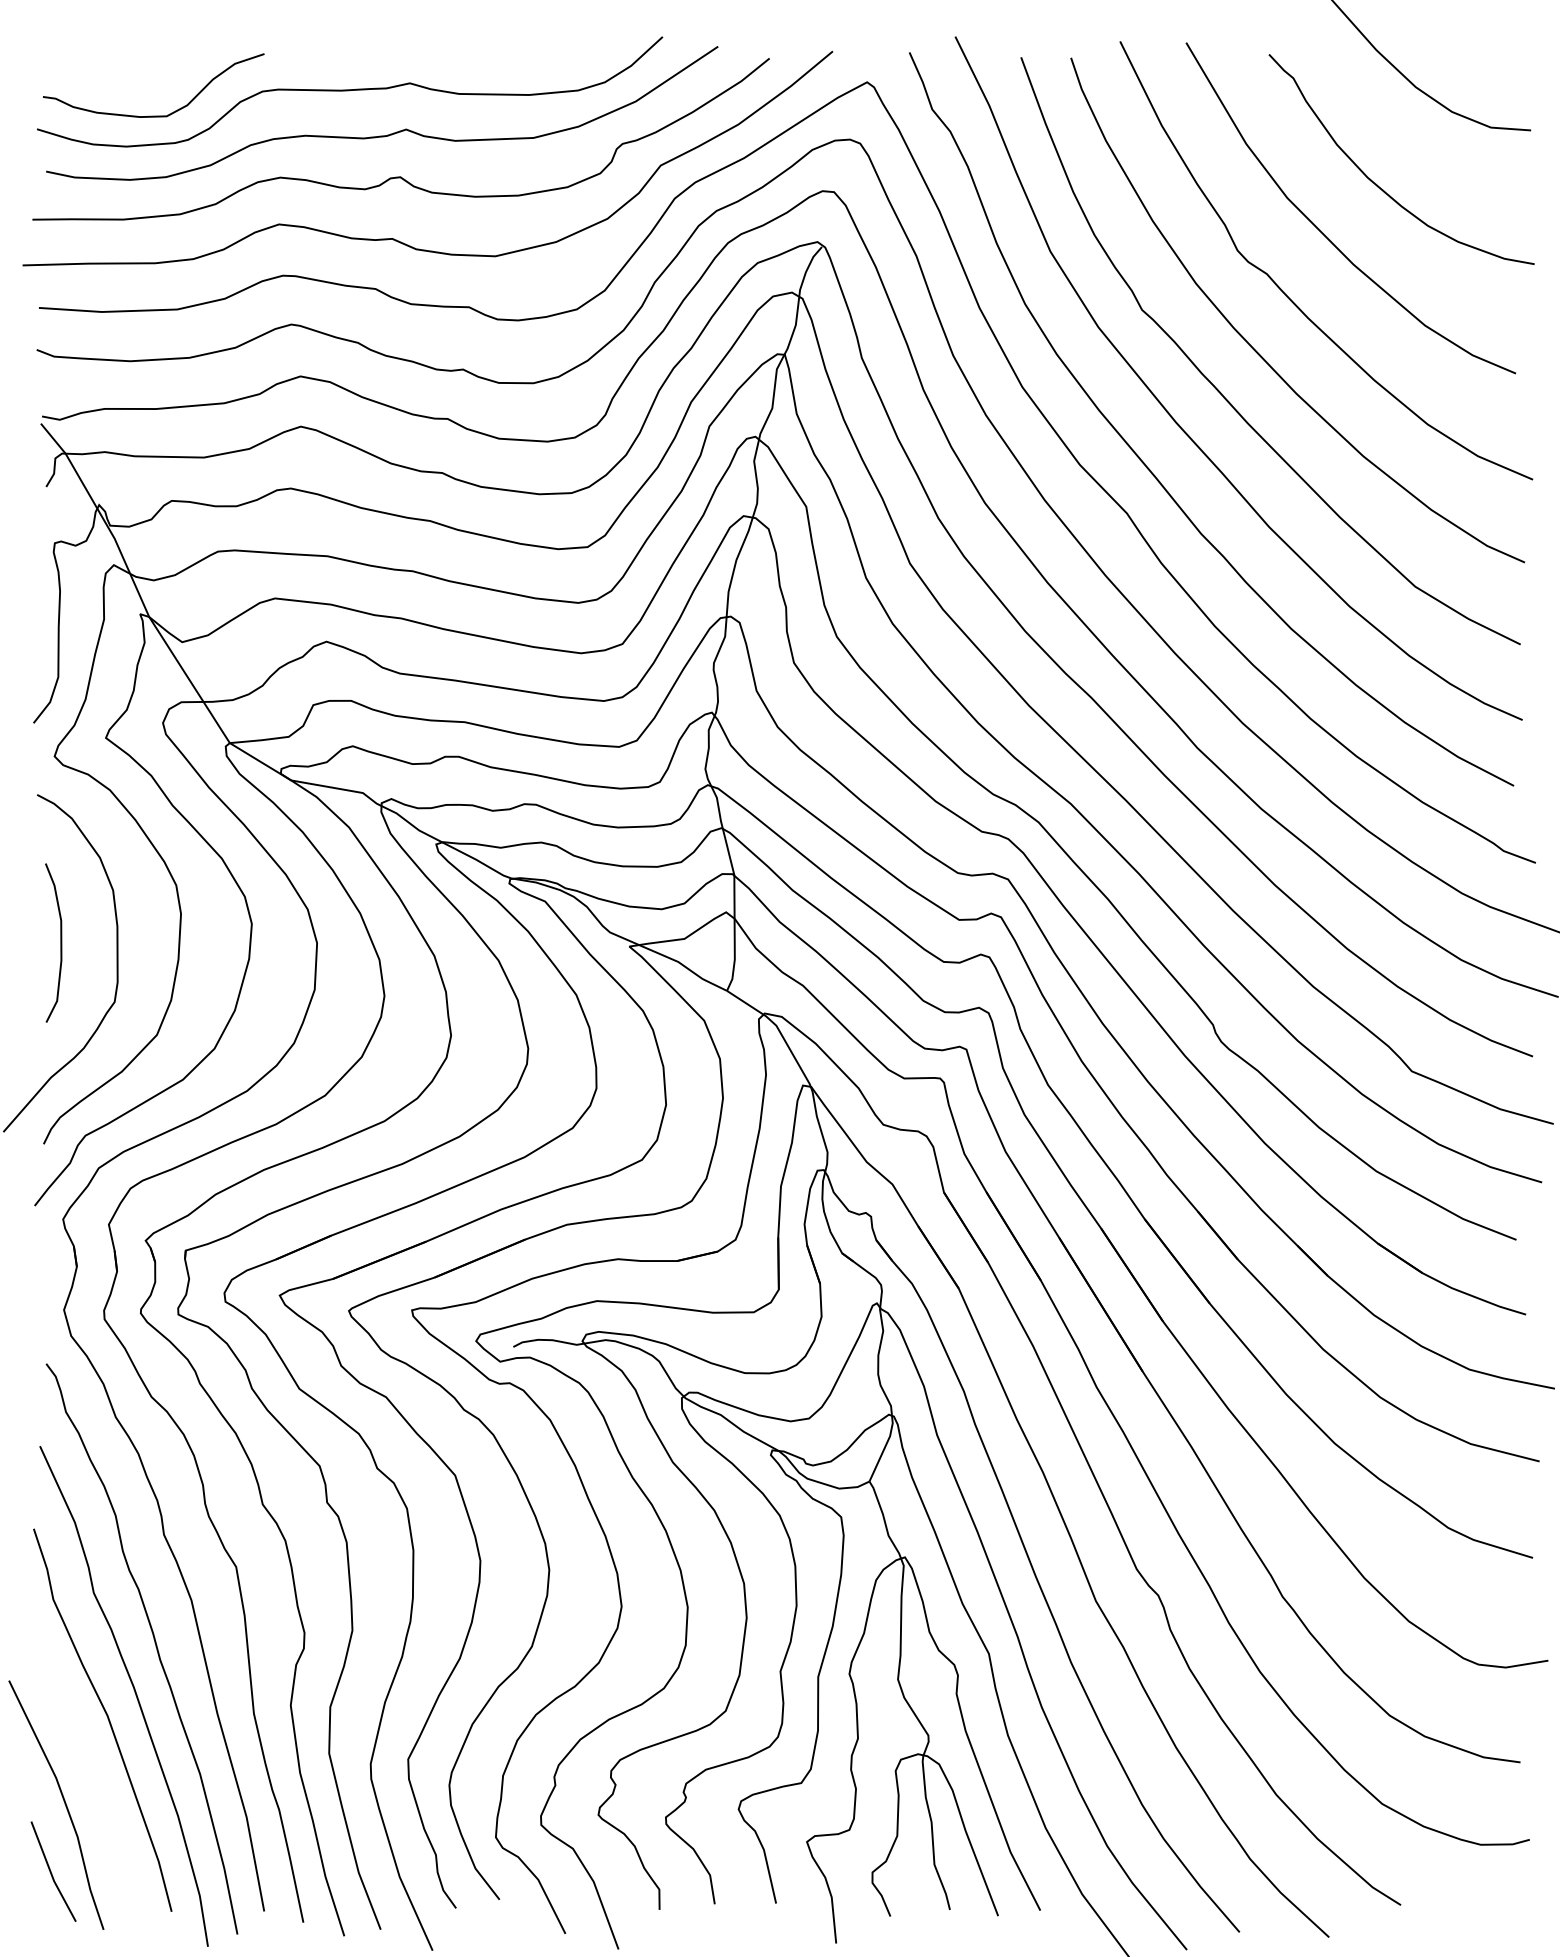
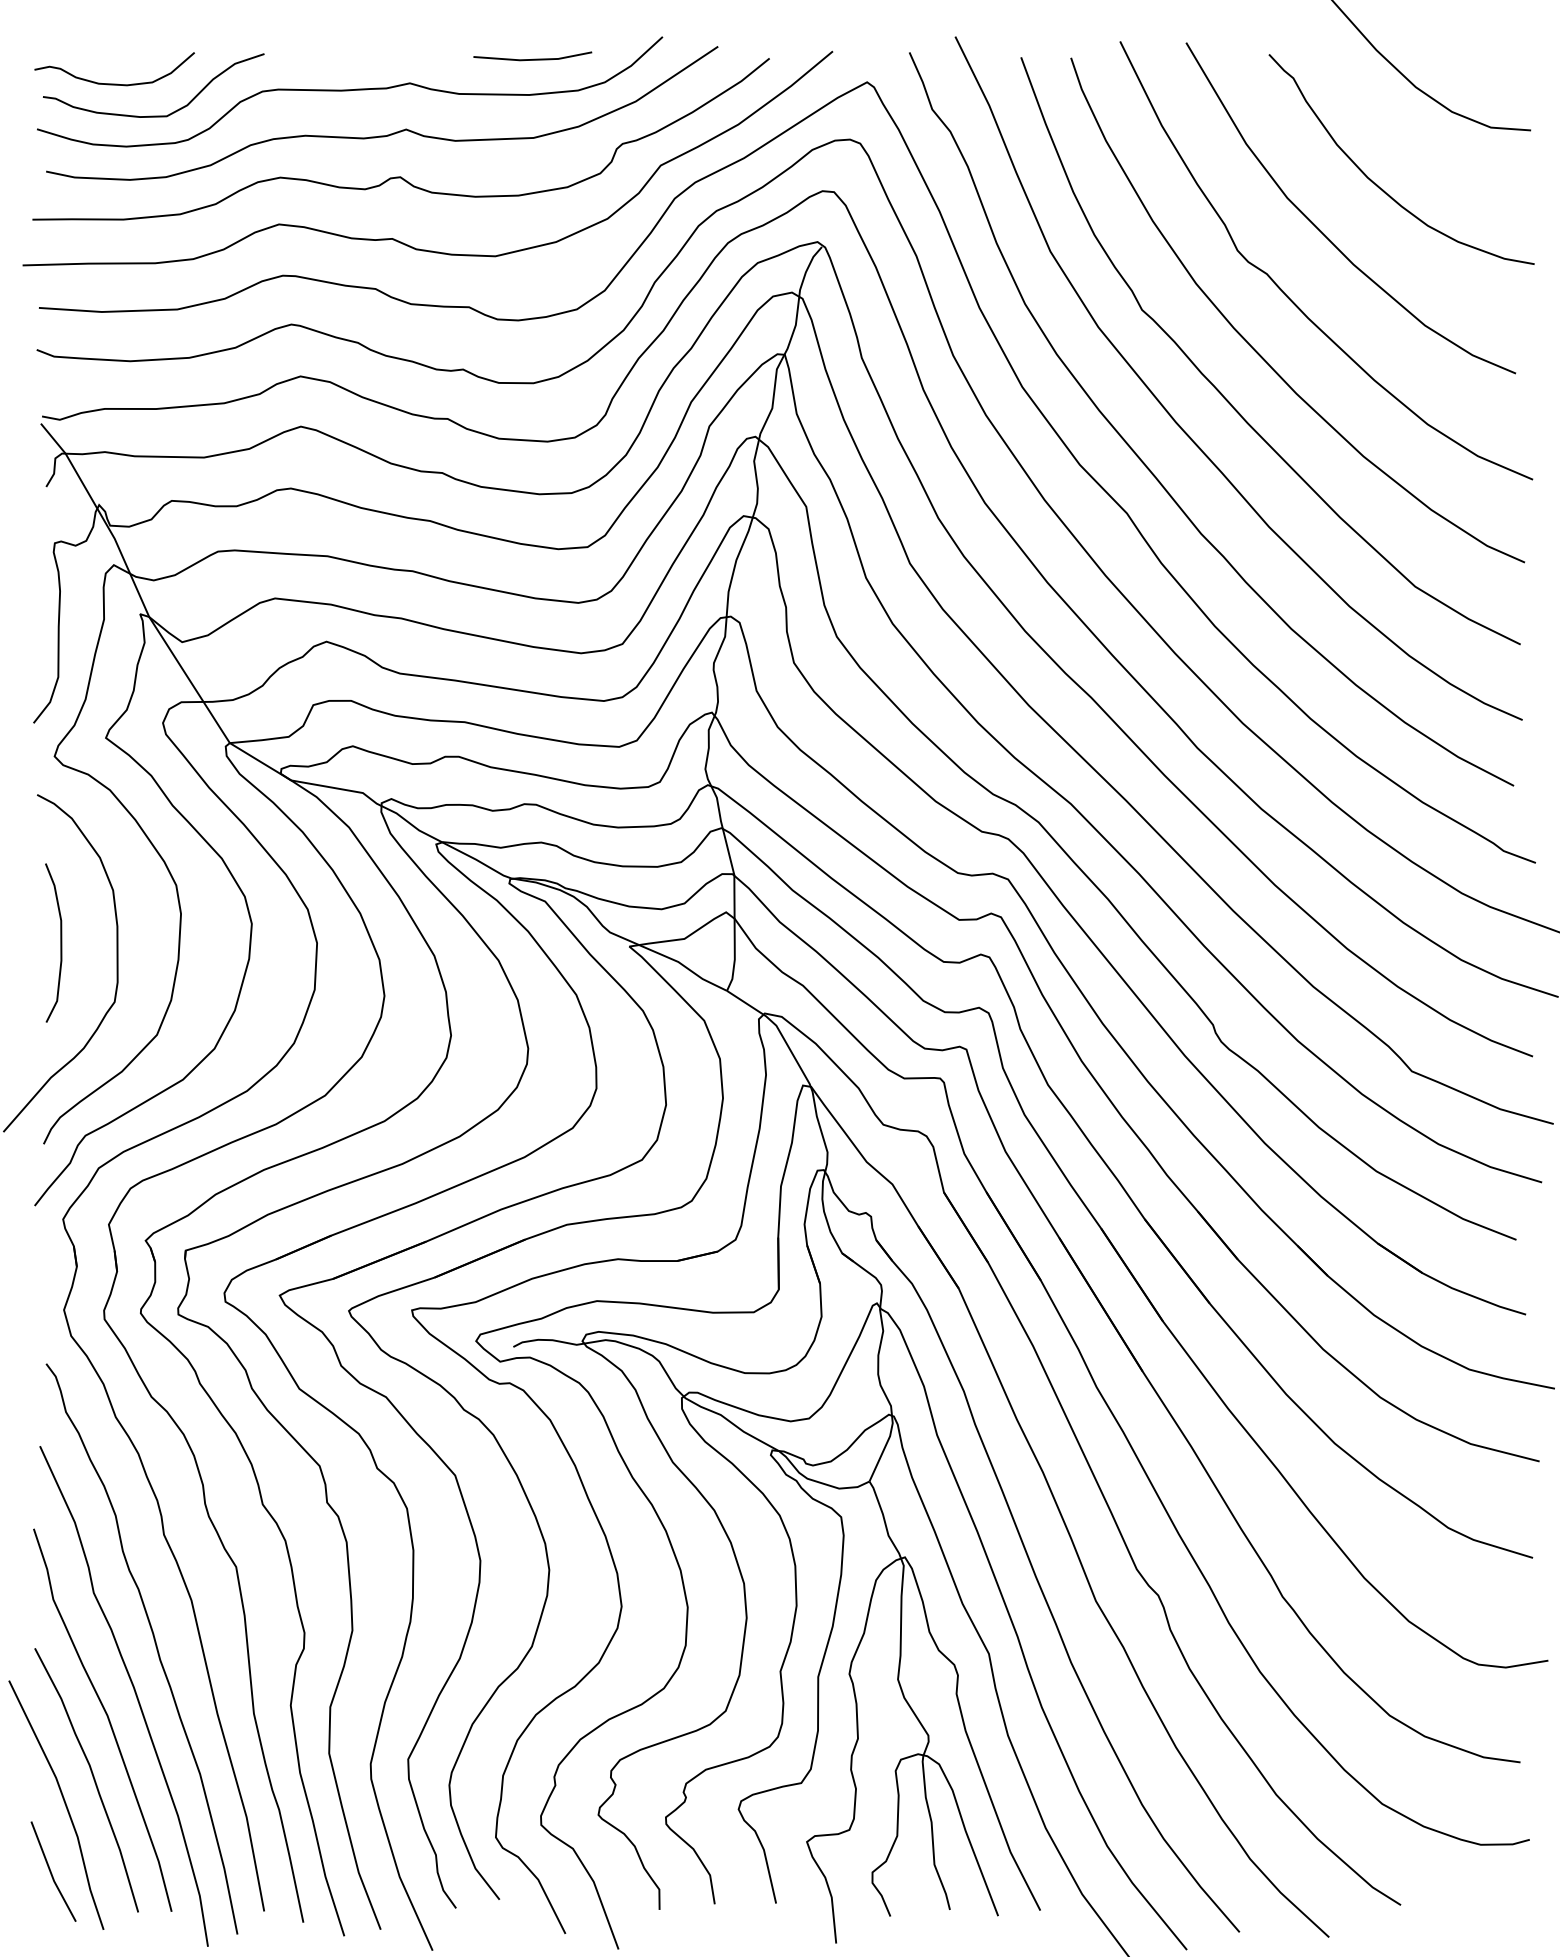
line at (533, 58): none -> present
curve at (114, 83): none -> present
part at (92, 1777): none -> present
